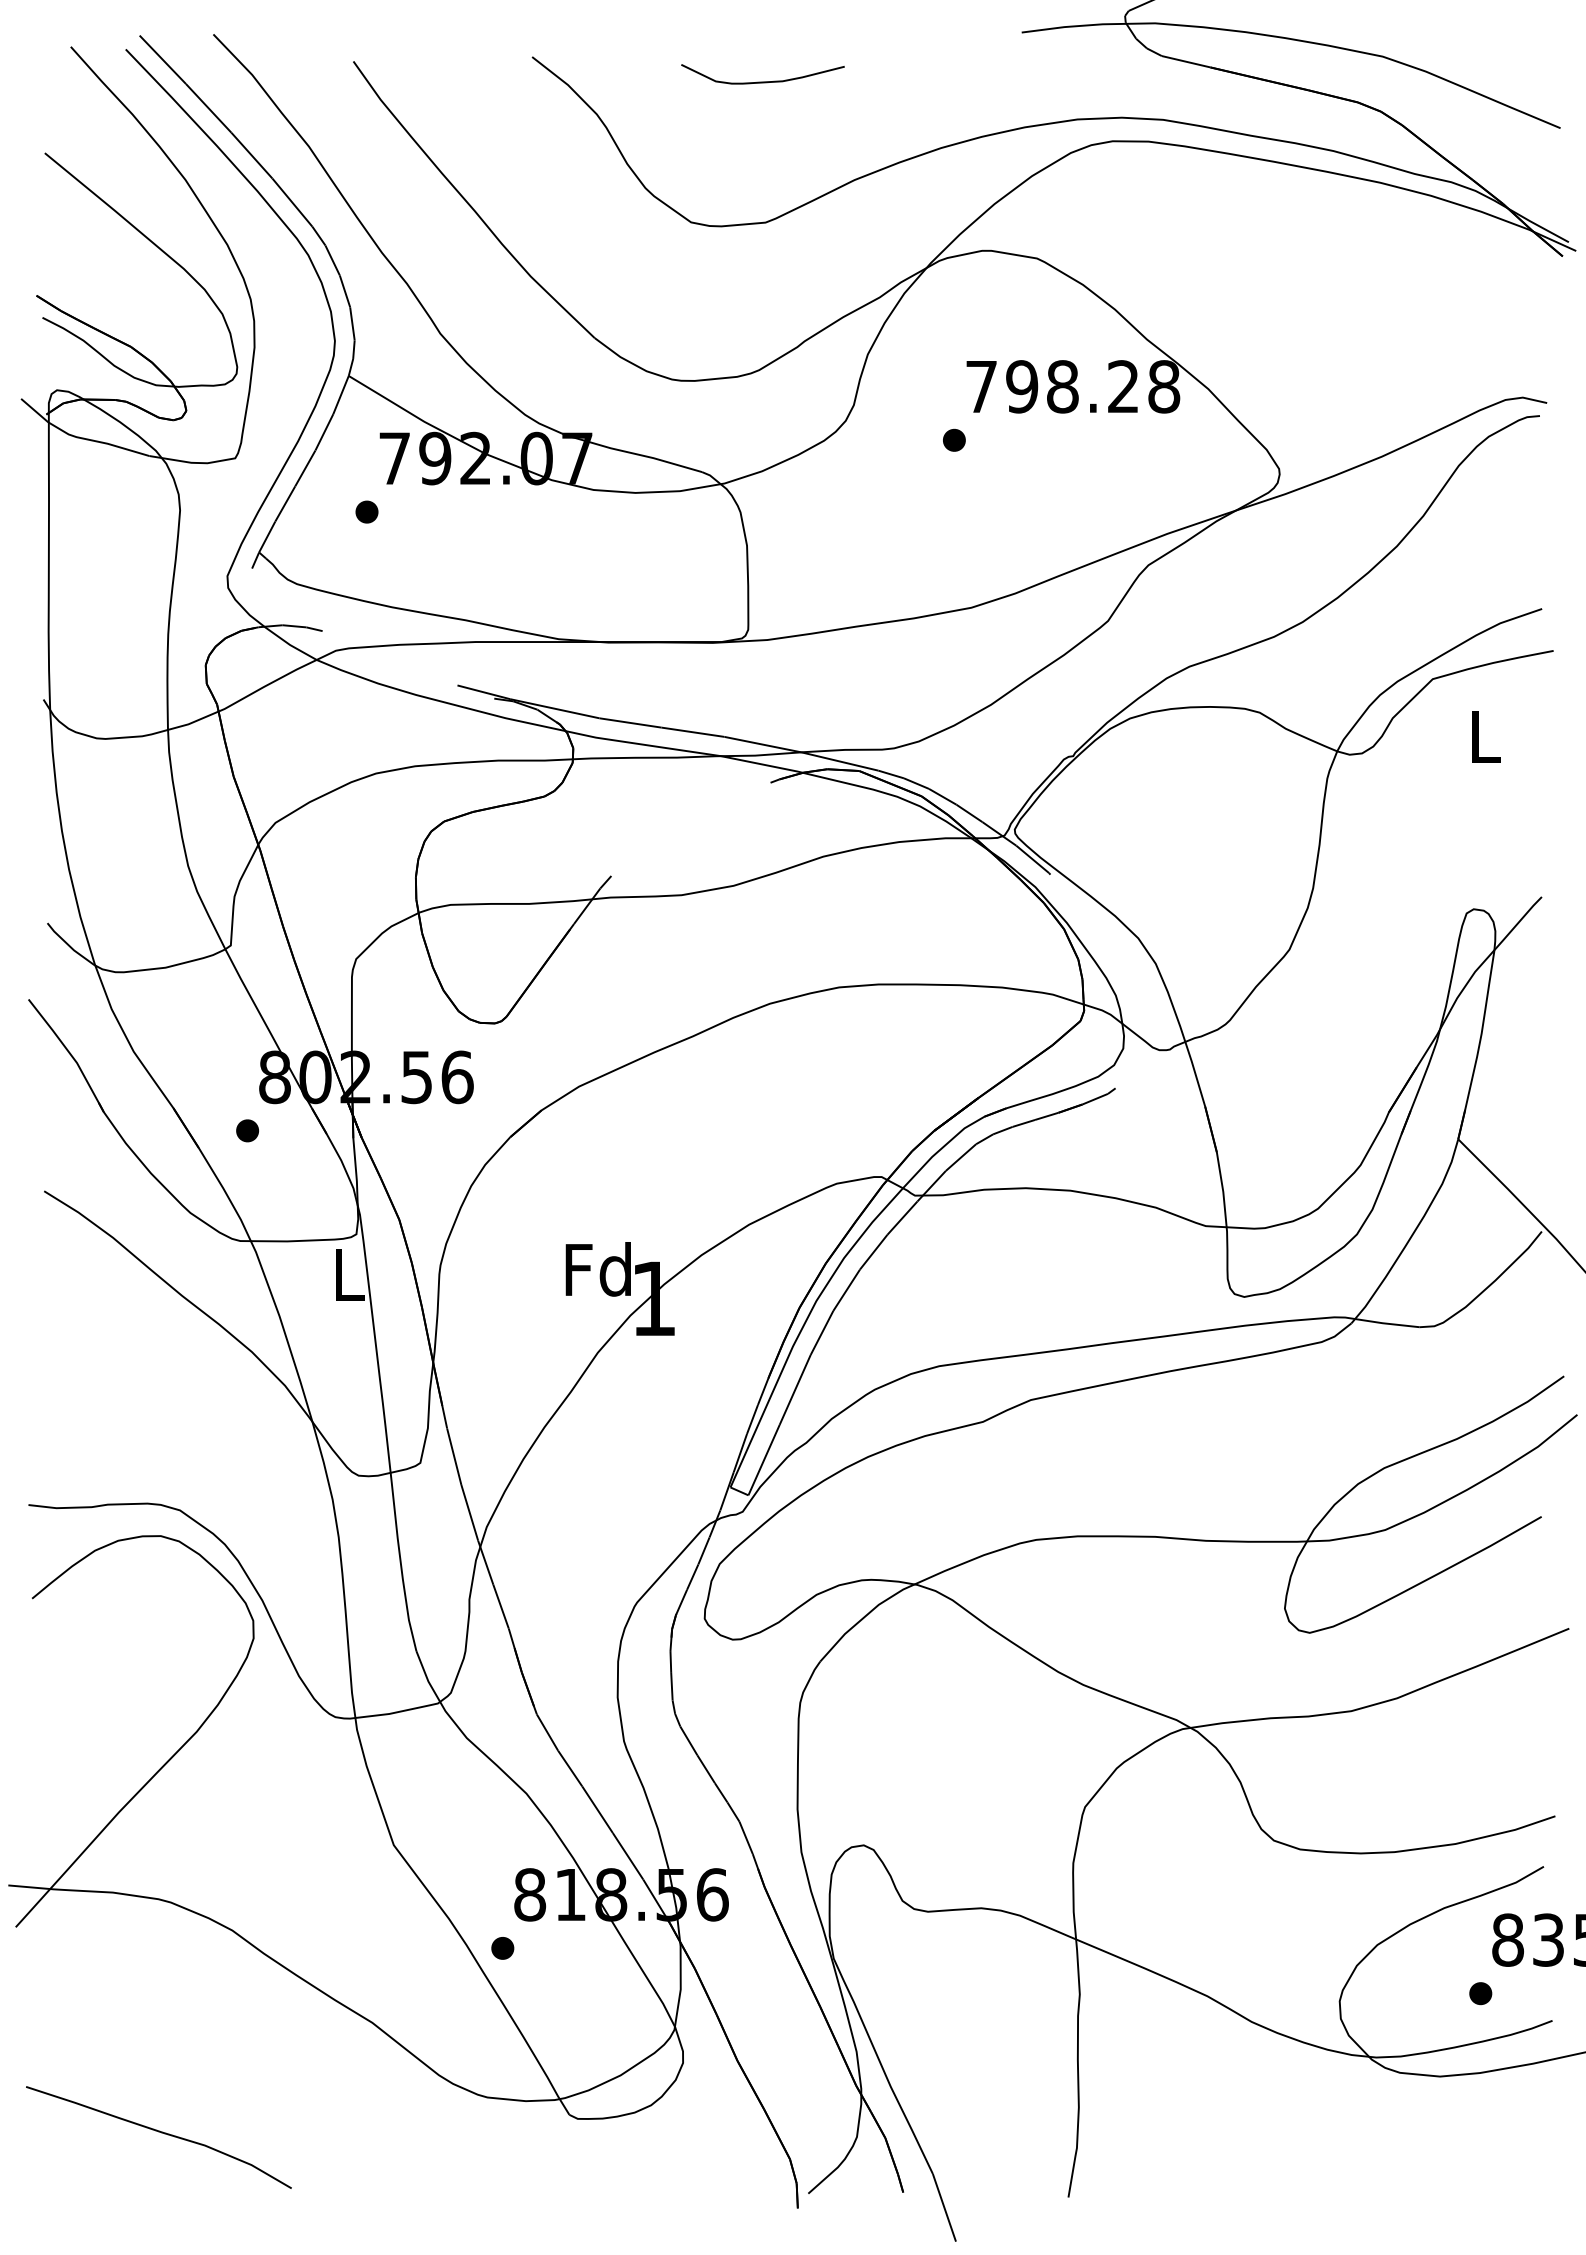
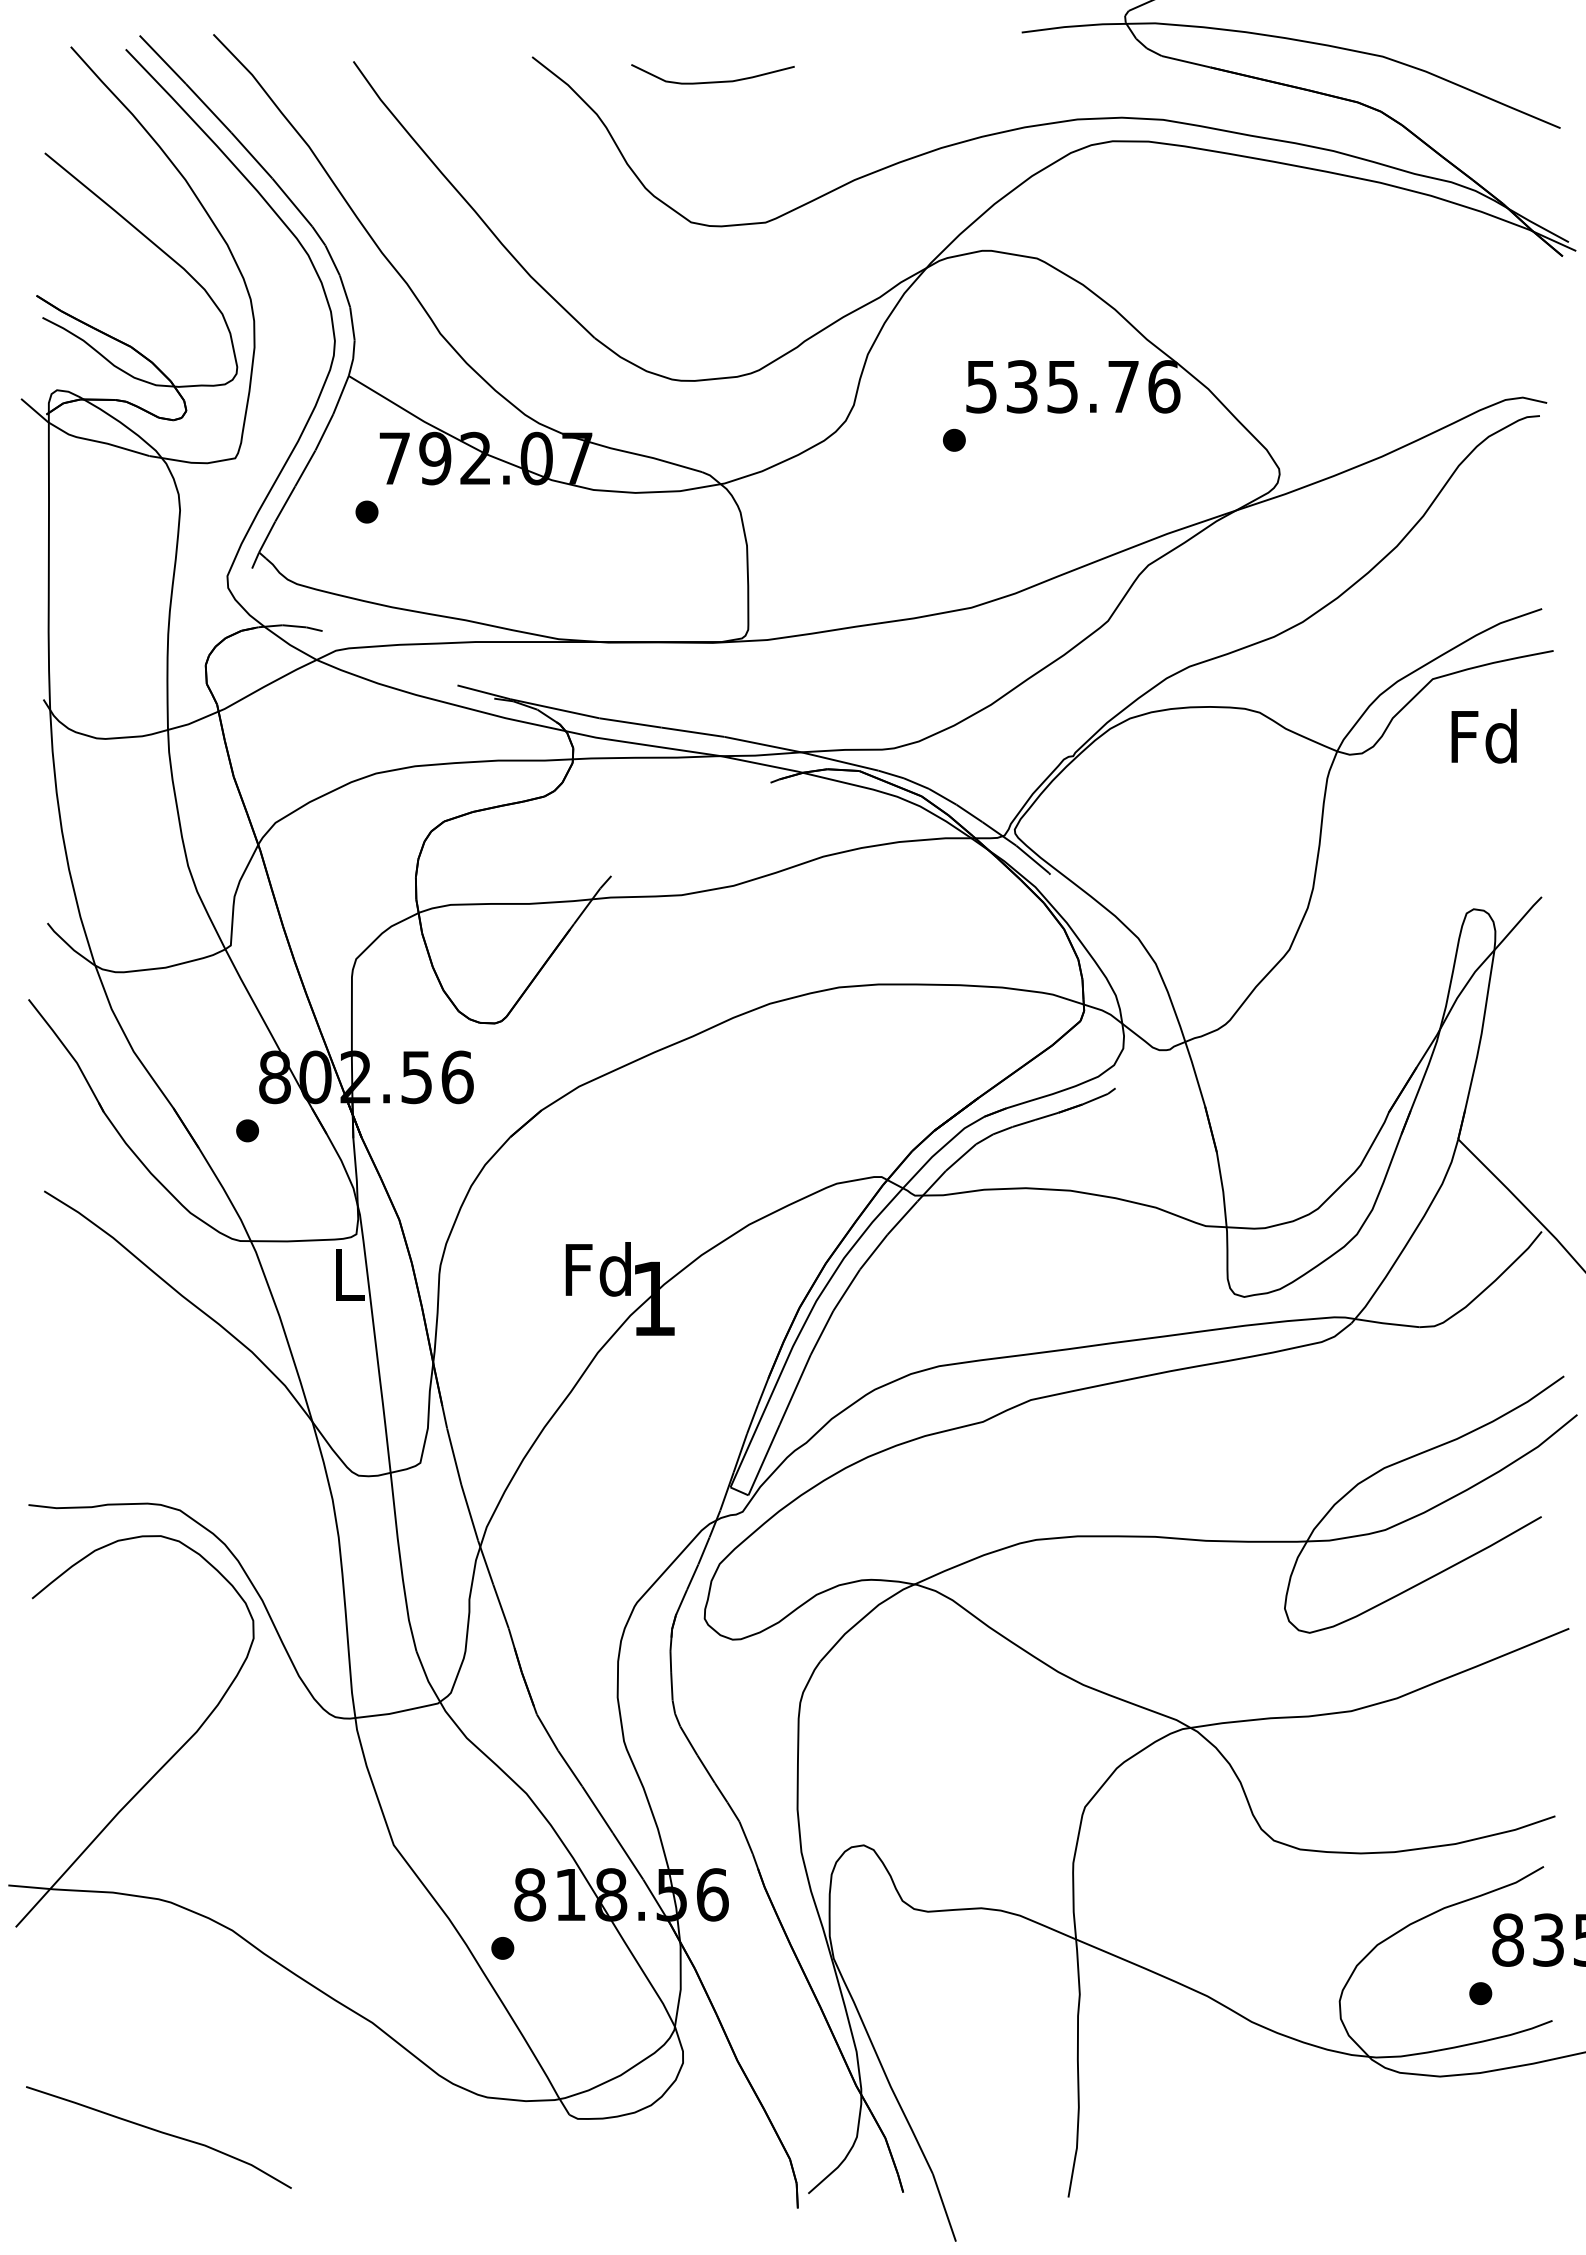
curve at (762, 81) position: (762, 81) -> (712, 81)
text at (1073, 386): 798.28 -> 535.76
text at (1483, 735): L -> Fd
